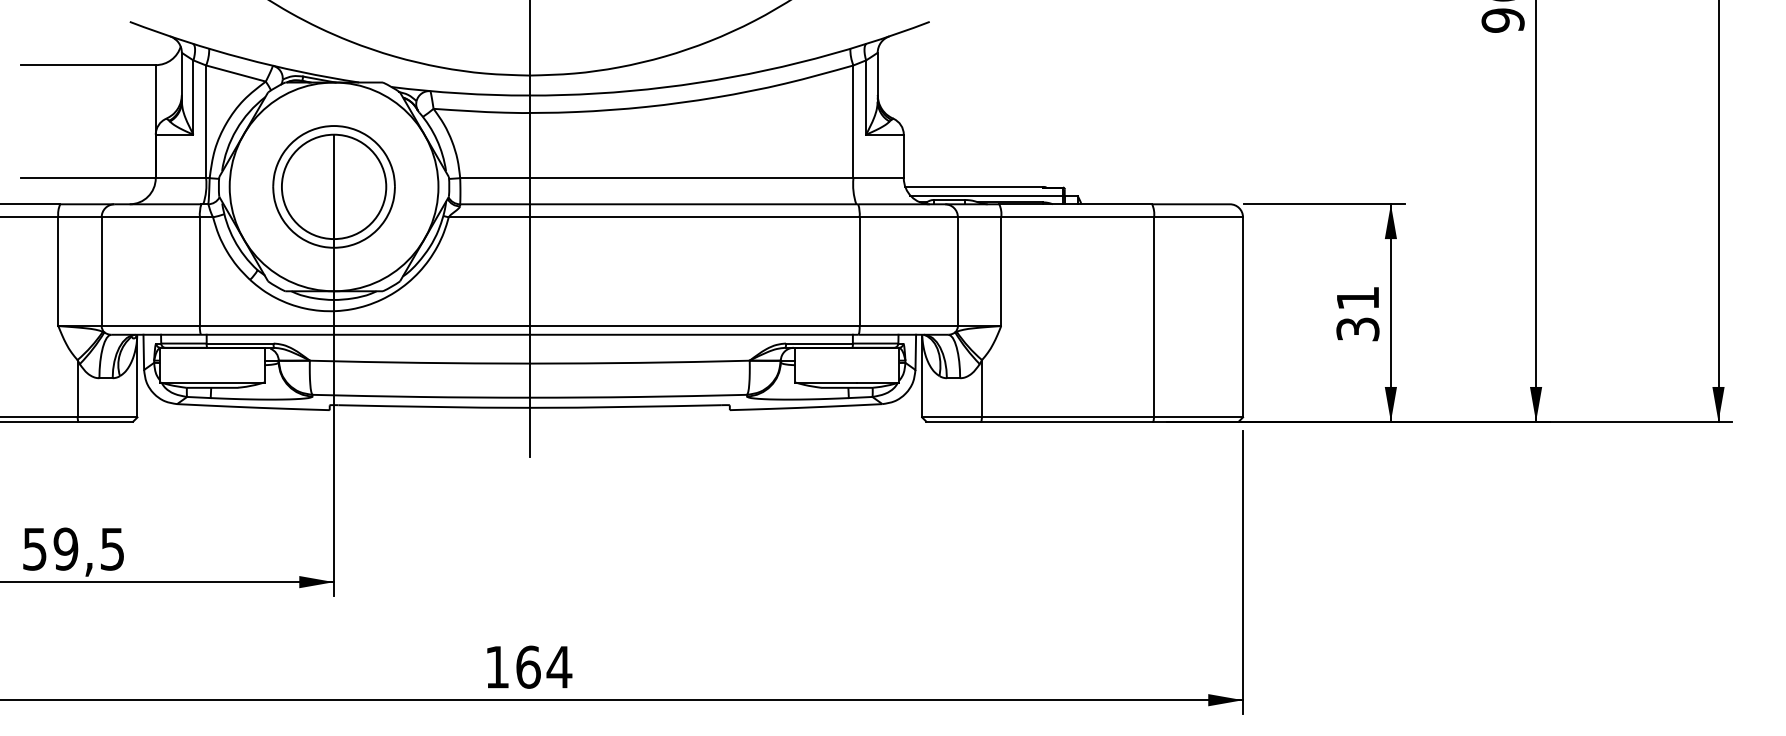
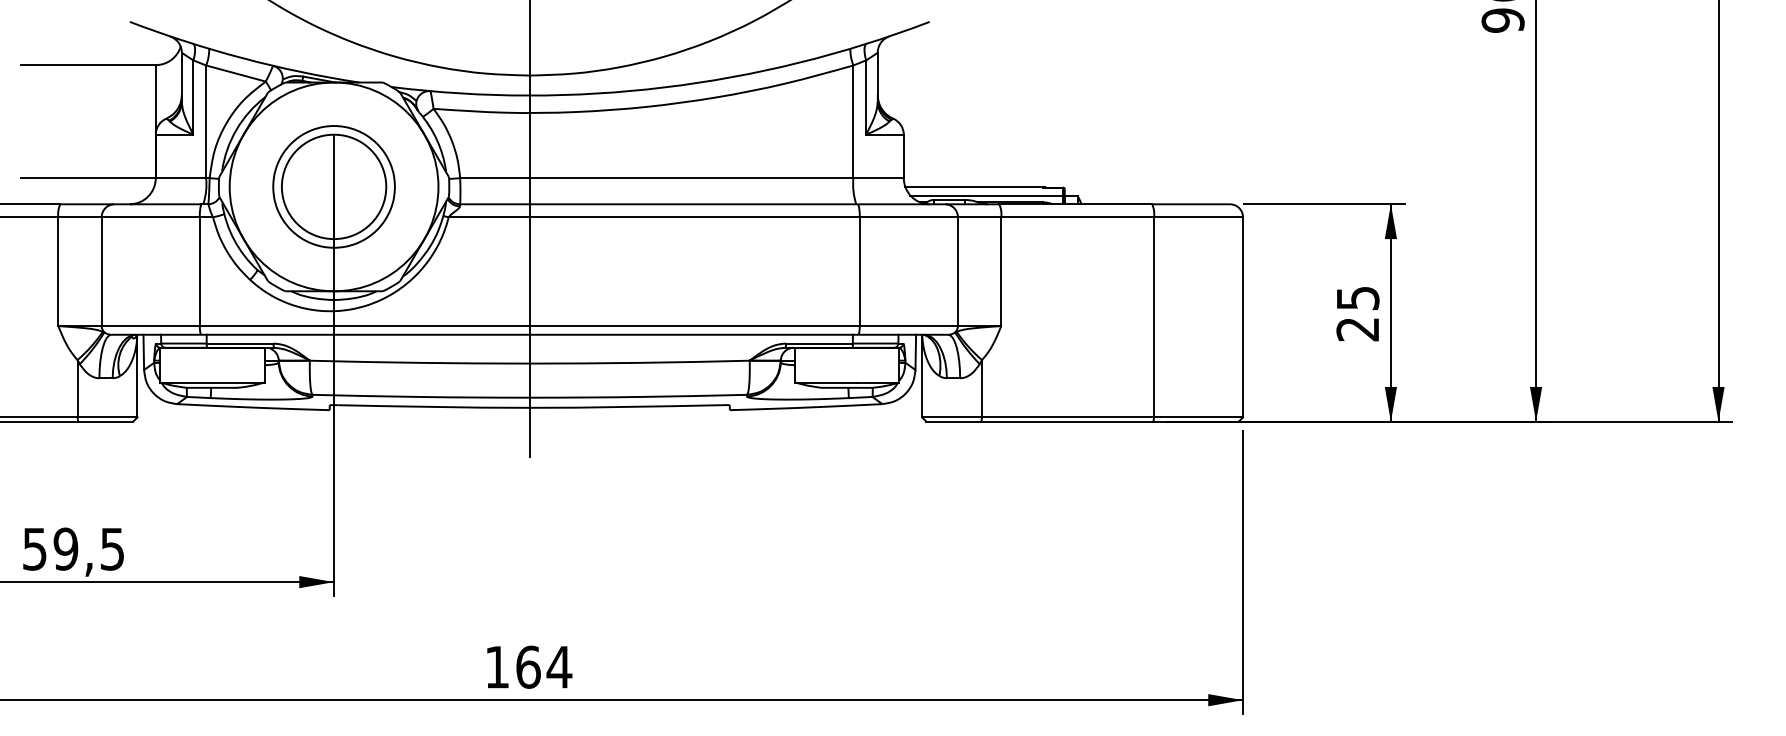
text at (1357, 314): 31 -> 25
